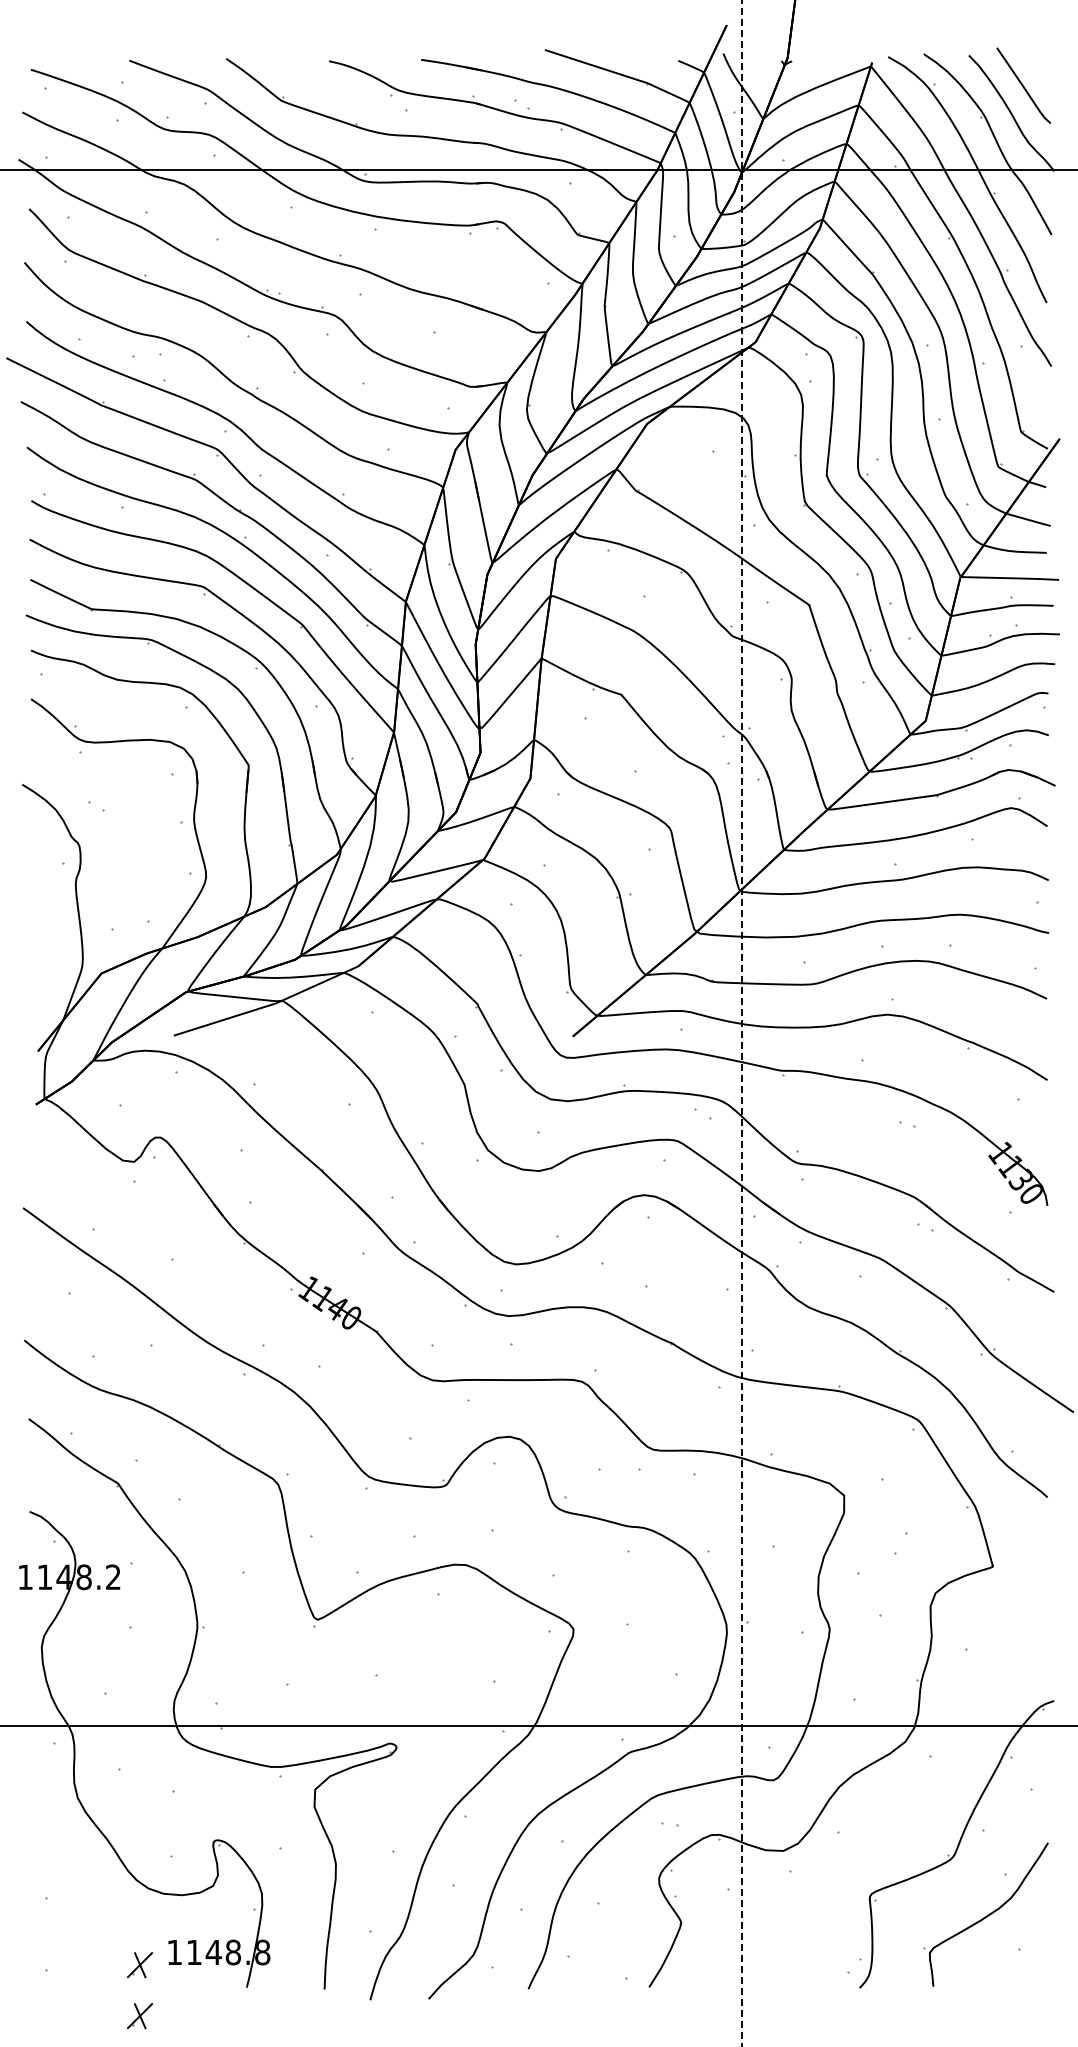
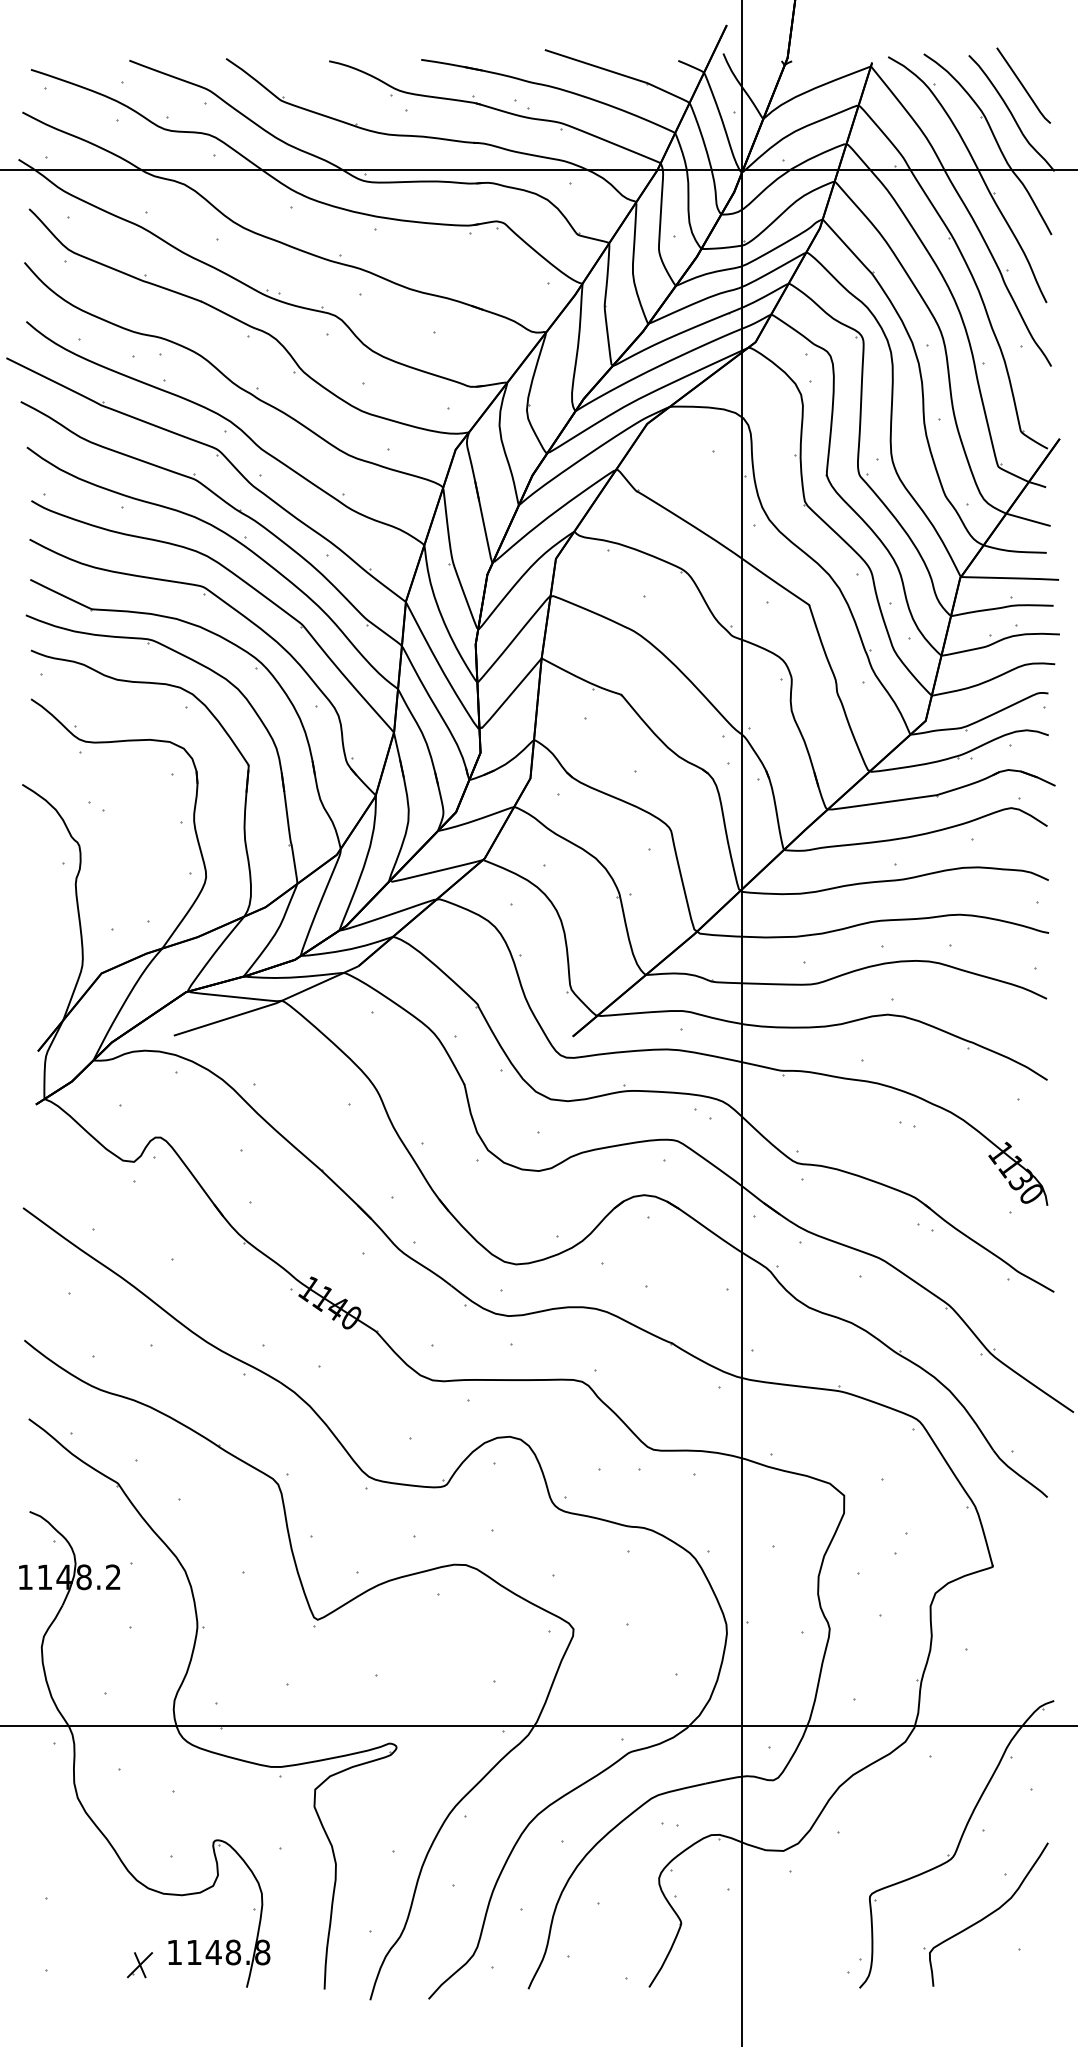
line at (741, 1022): dashed -> solid
part at (139, 2016): present -> none
